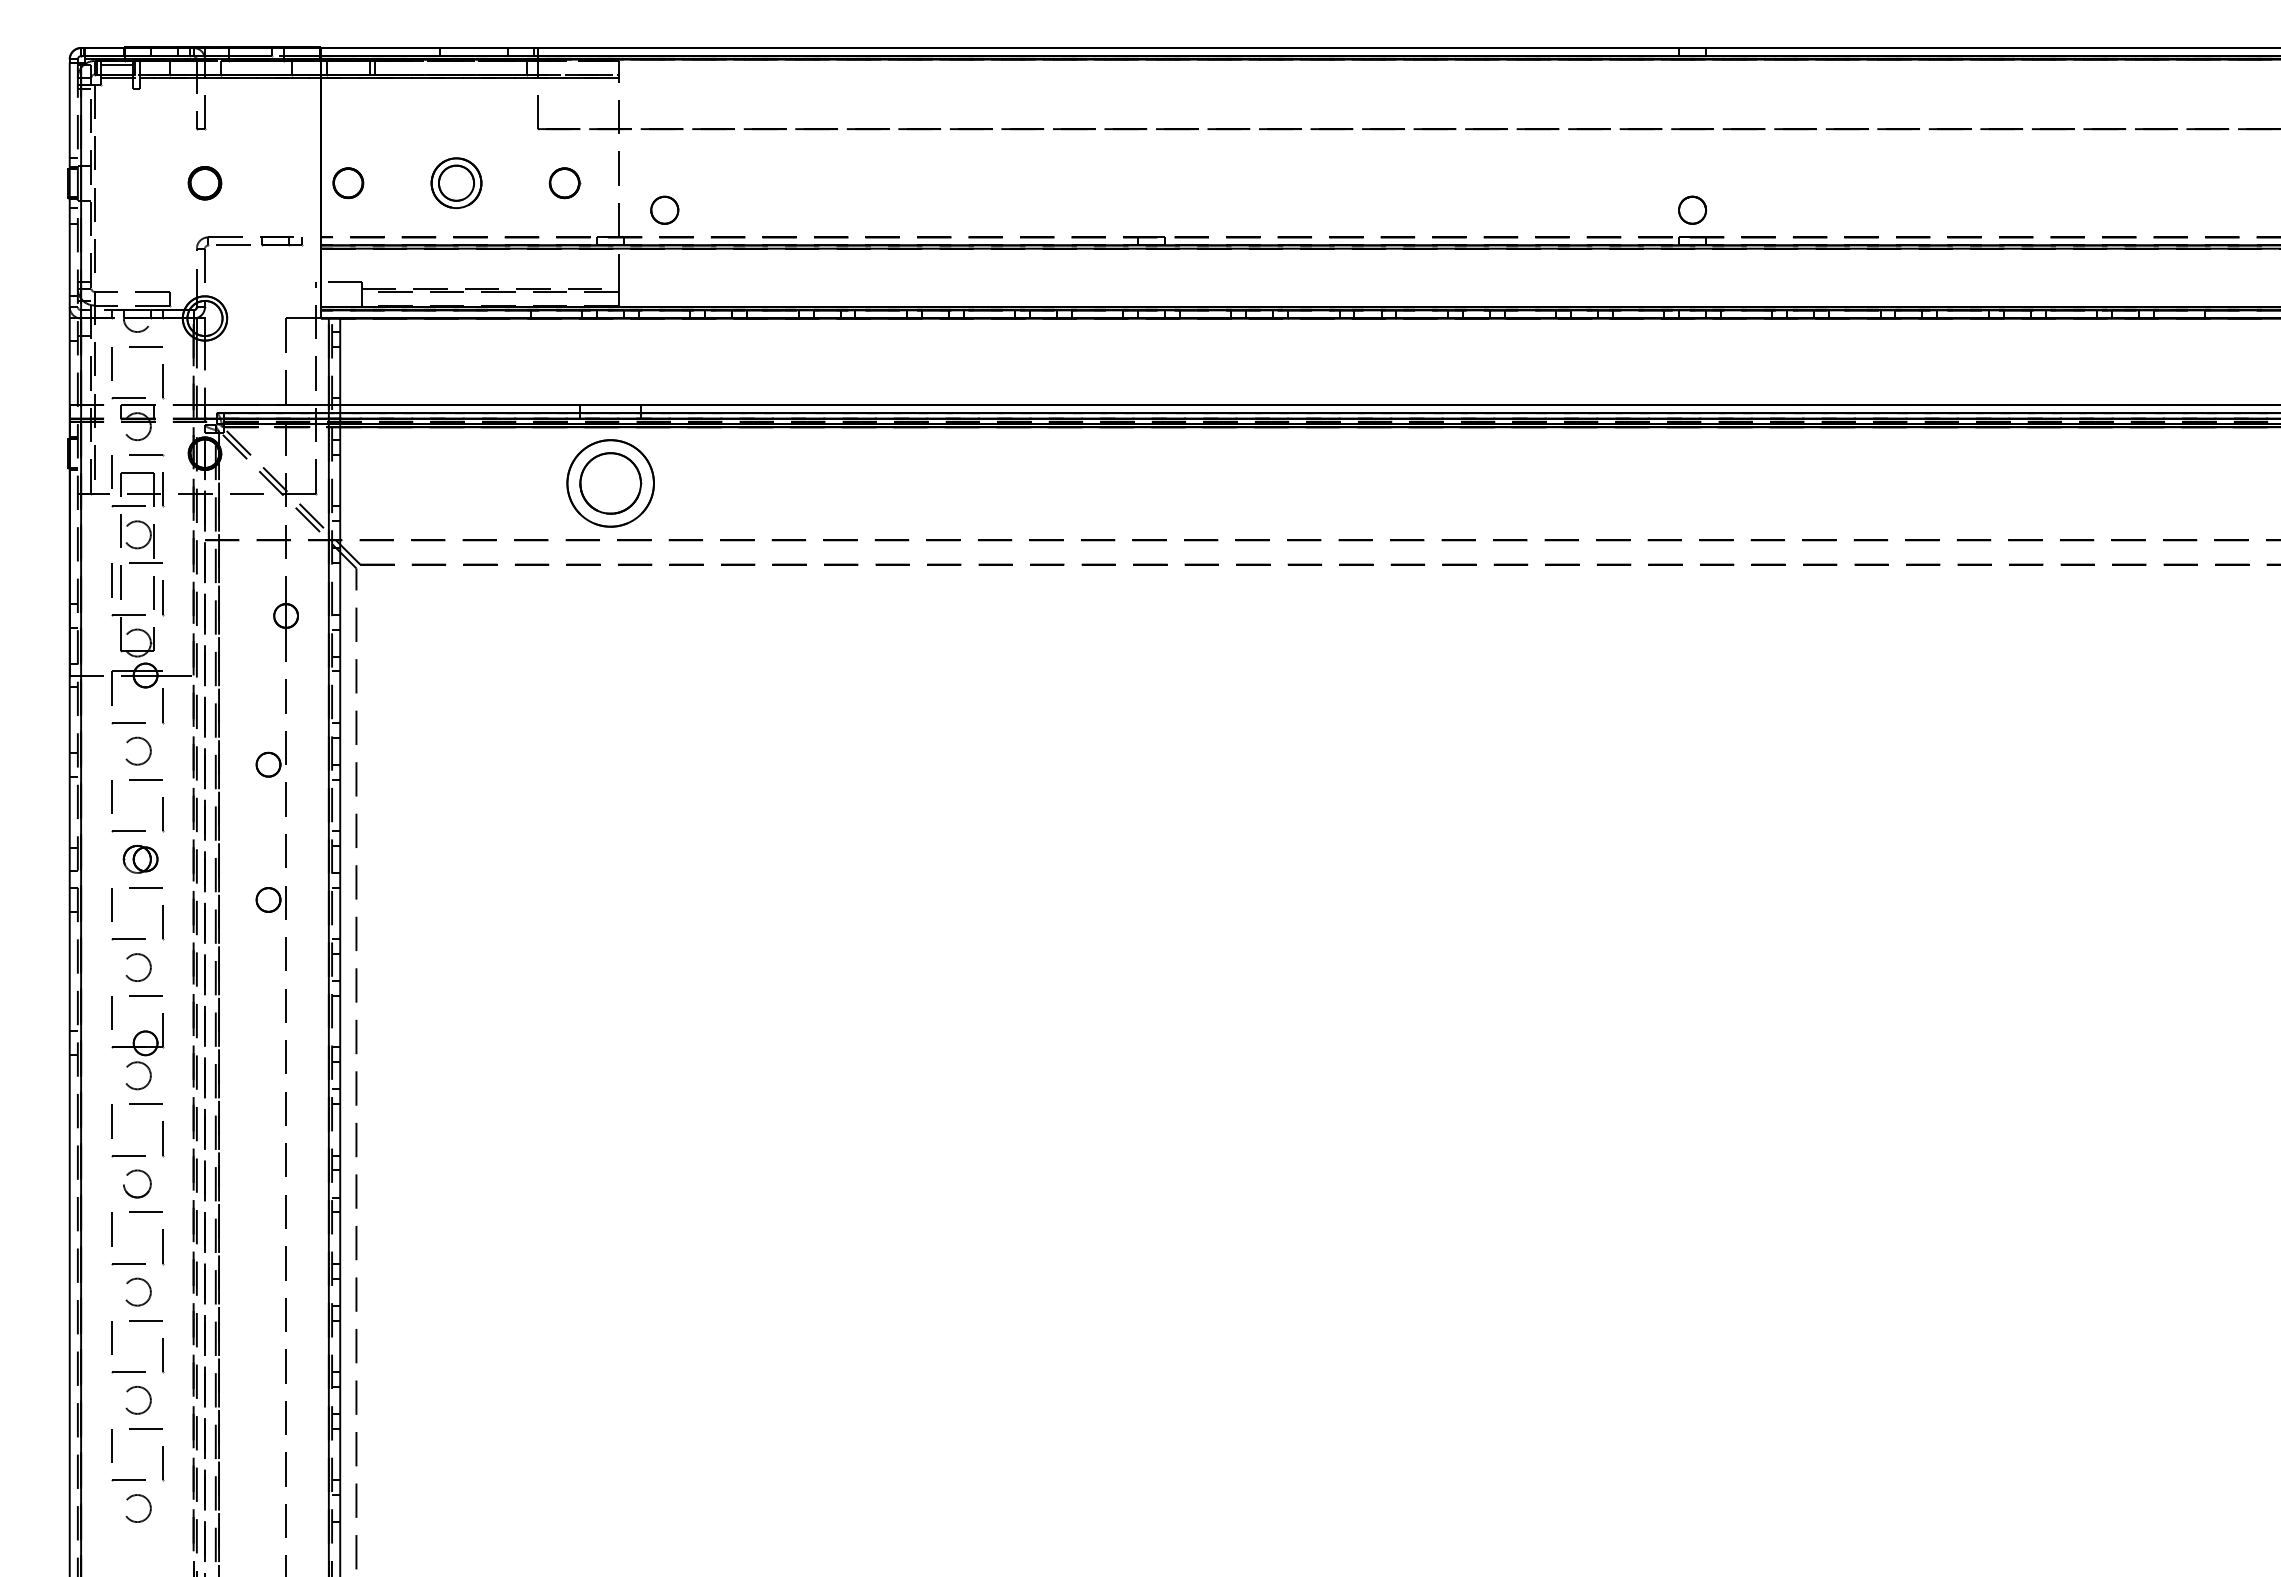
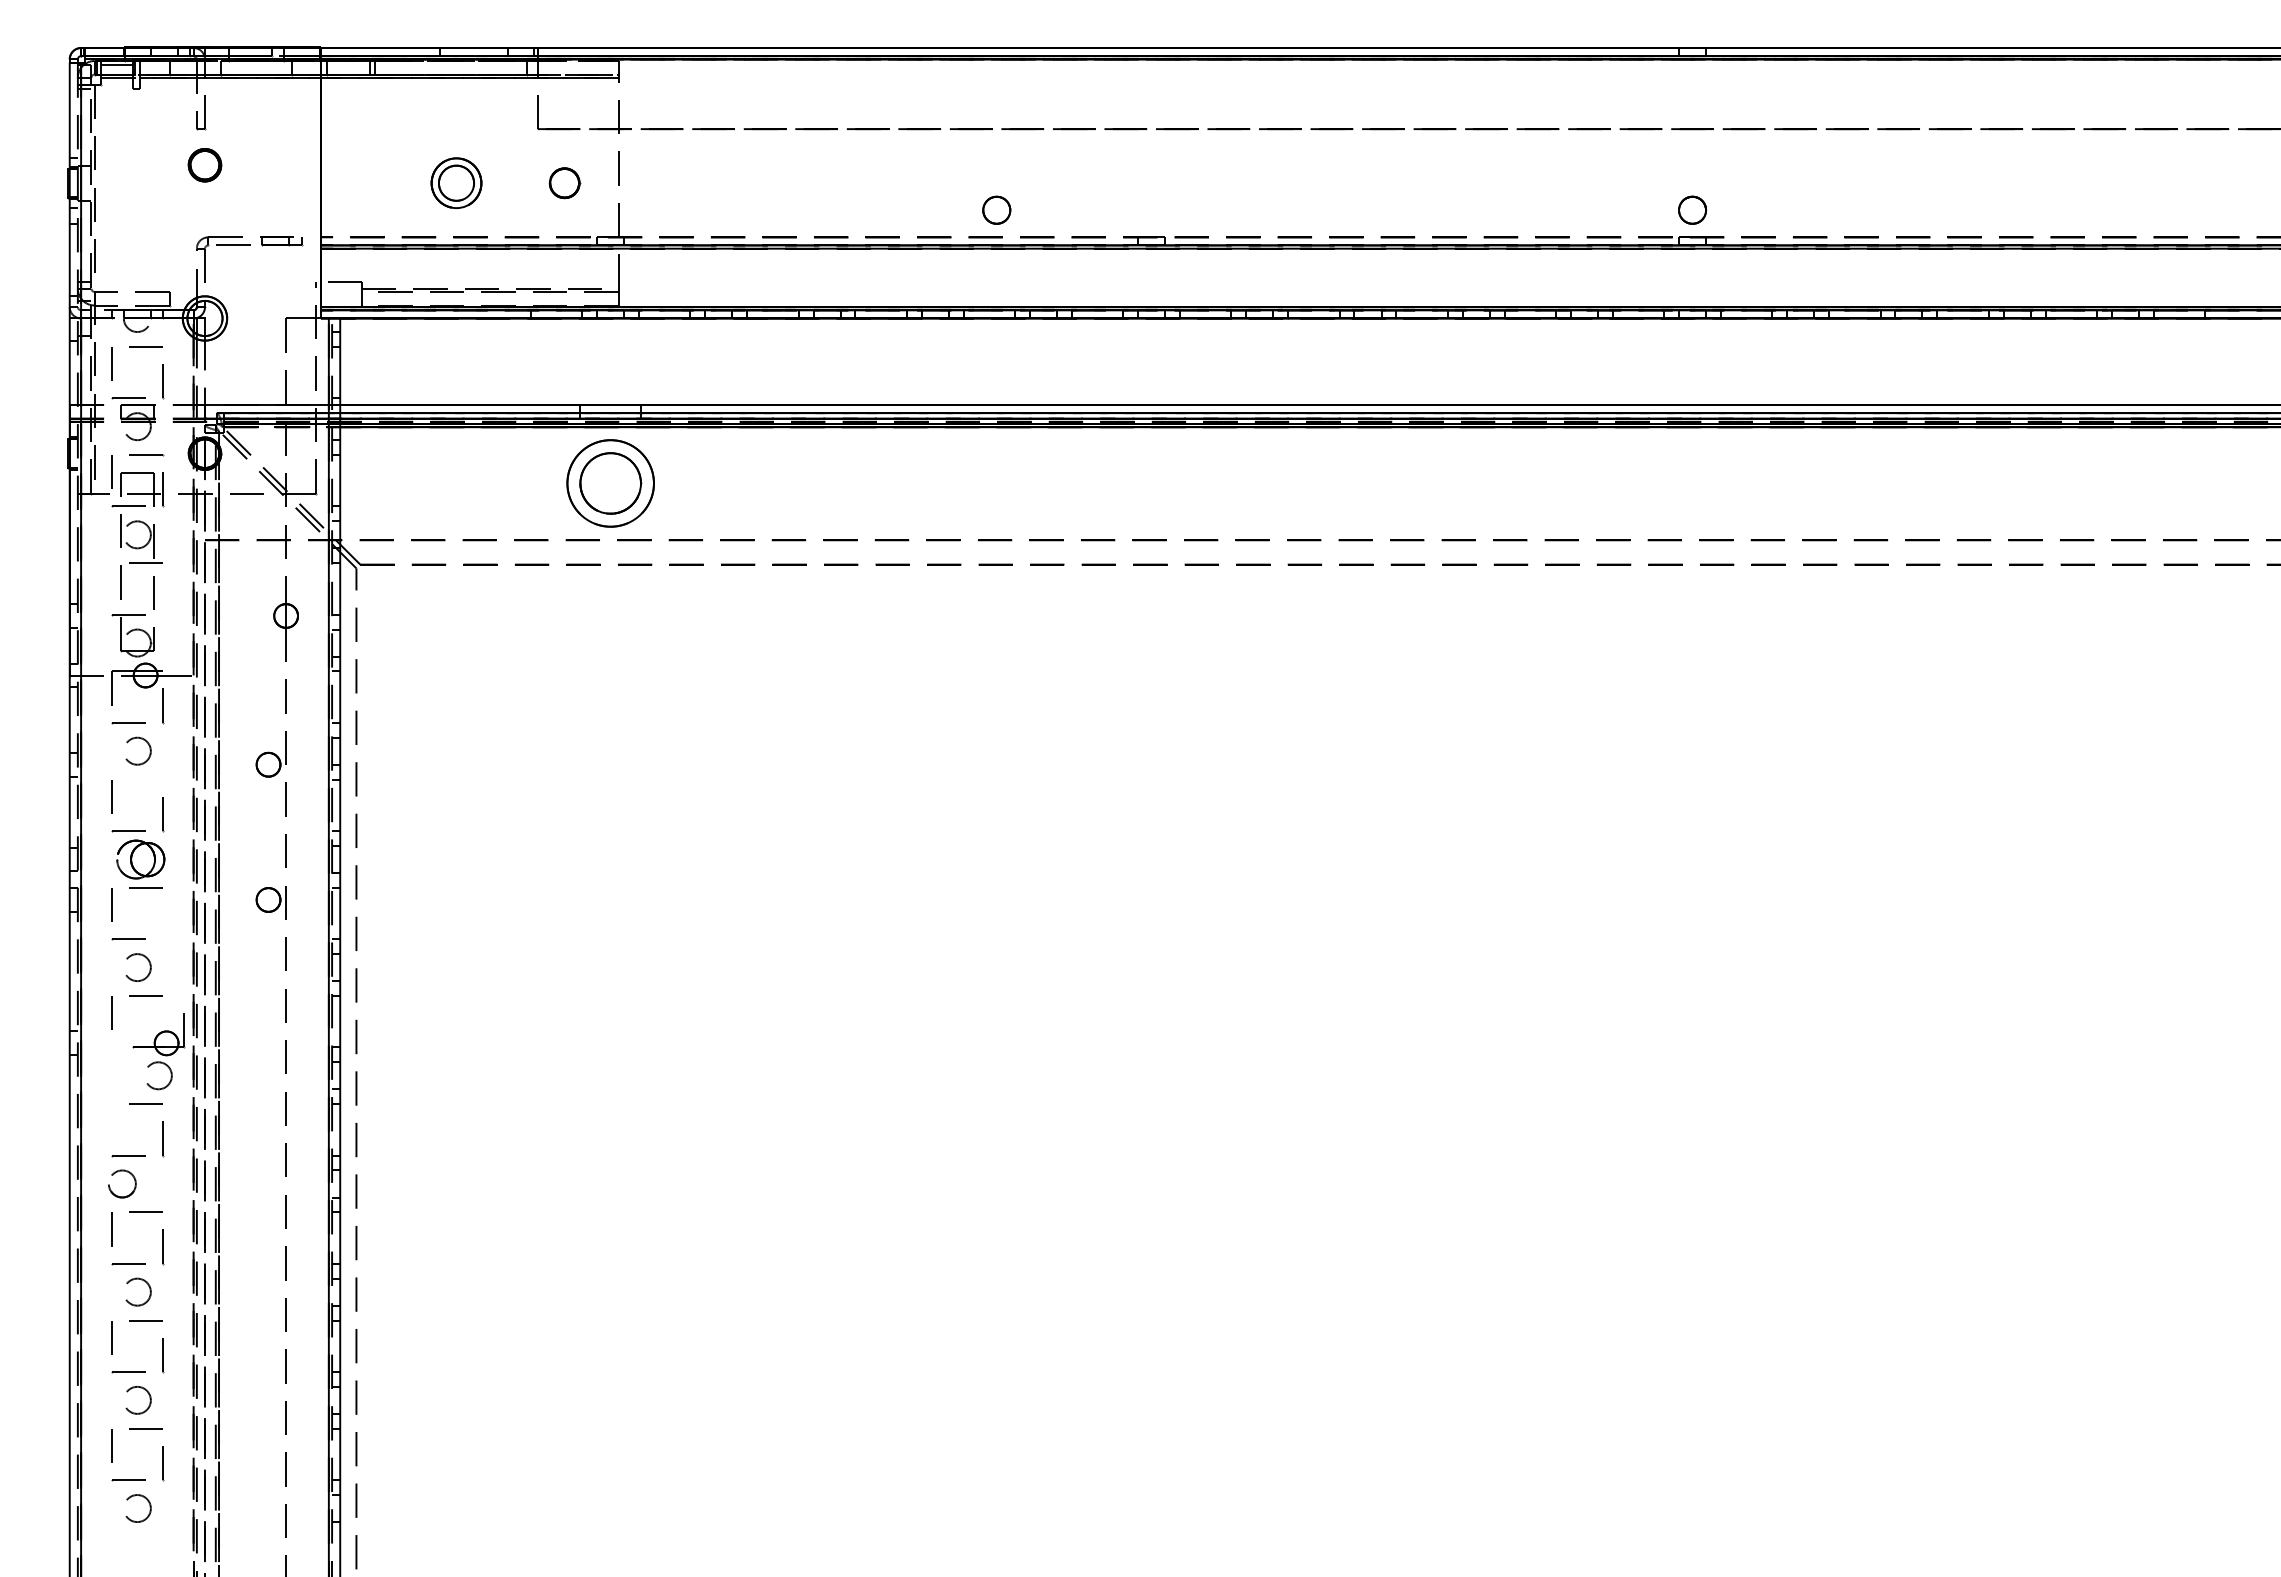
part at (204, 183) position: (204, 183) -> (204, 165)
part at (348, 183): present -> none
circle at (664, 209) position: (664, 209) -> (996, 209)
line at (111, 580): present -> none
line at (163, 598): present -> none
line at (145, 779): present -> none
part at (140, 858) size: 37x30 px -> 50x41 px
line at (163, 922): present -> none
part at (137, 1051) position: (137, 1051) -> (158, 1051)
line at (111, 1121): present -> none
part at (141, 1172) position: (141, 1172) -> (126, 1172)
